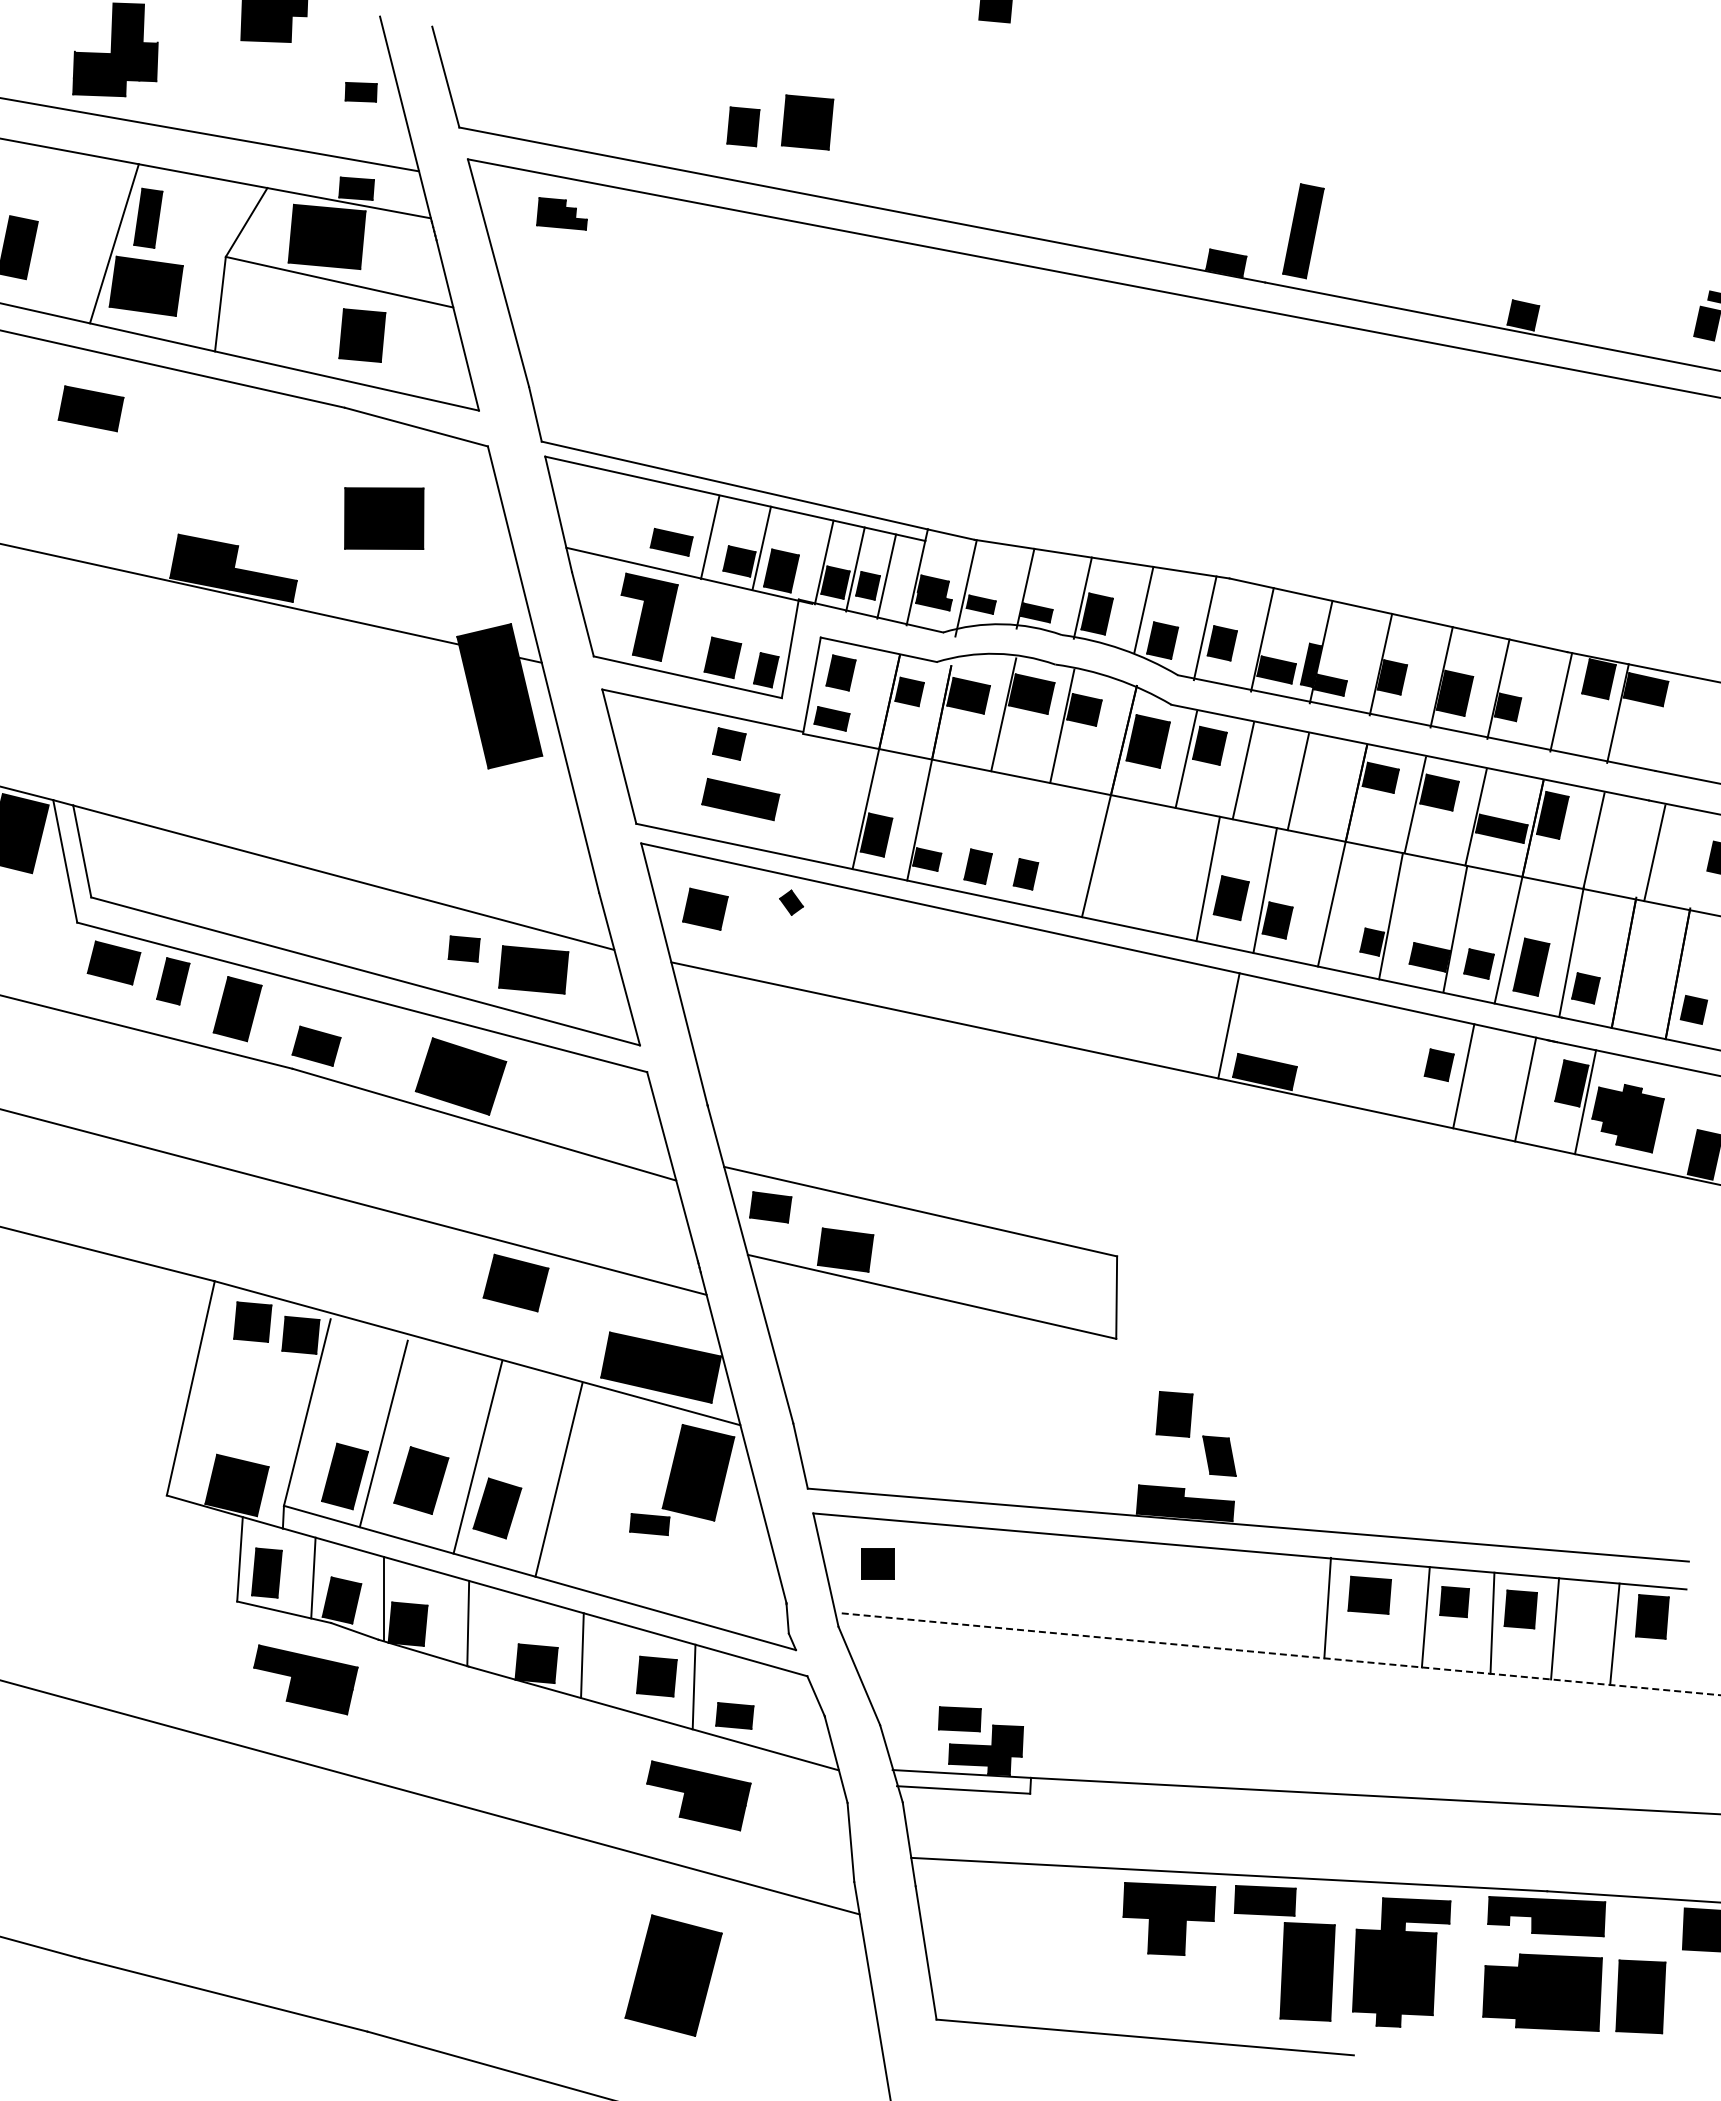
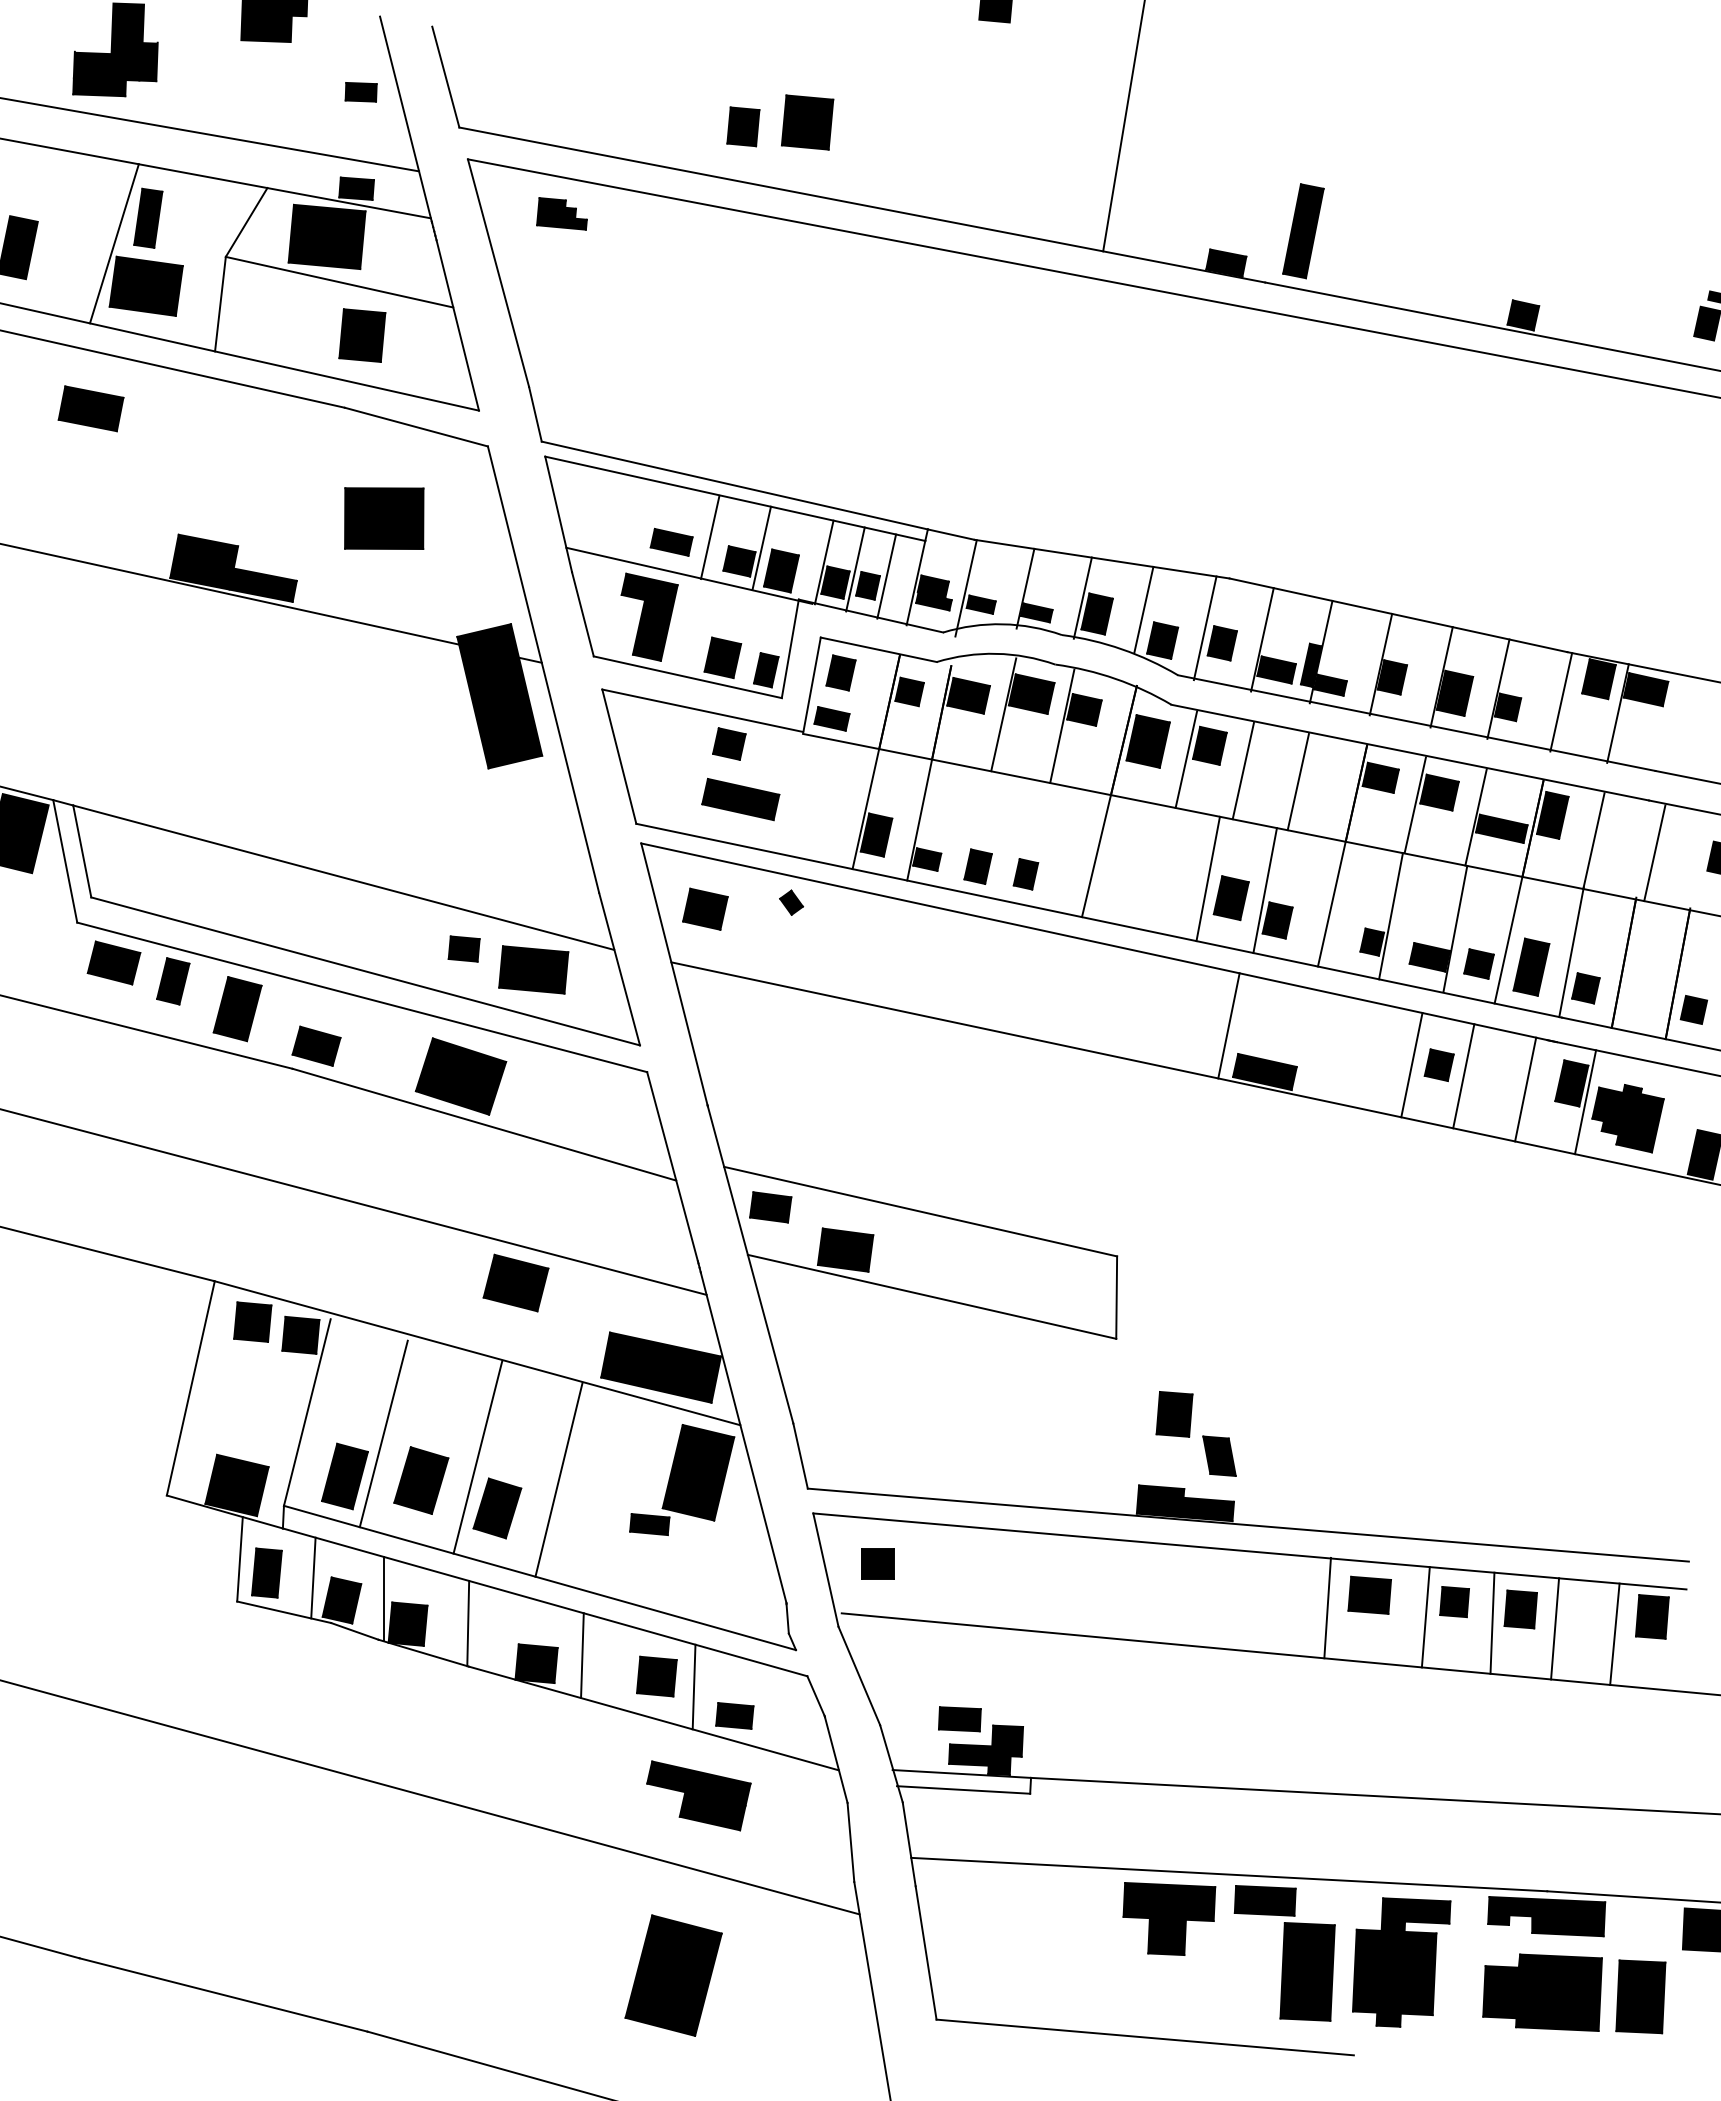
line at (1123, 126): none -> present
line at (1411, 1065): none -> present
line at (1281, 1654): dashed -> solid
part at (305, 1679): present -> none
